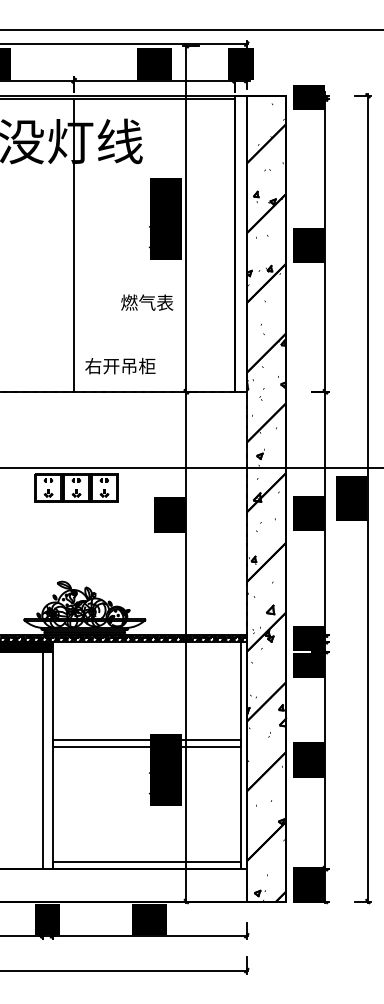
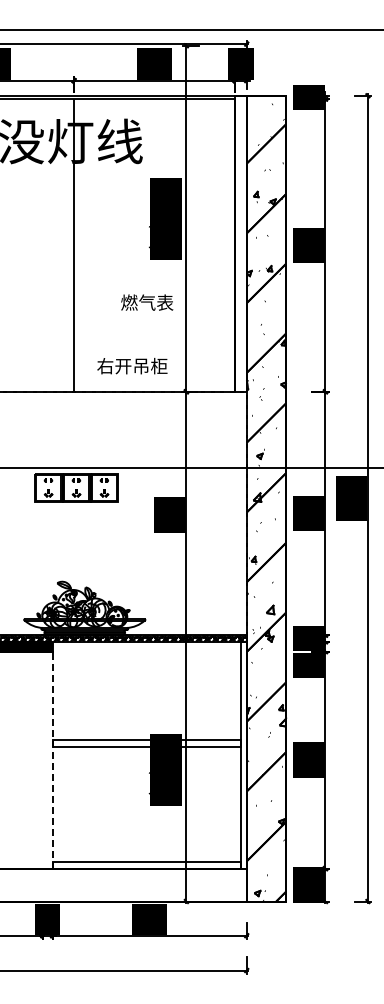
text at (120, 366) position: (120, 366) -> (132, 366)
line at (42, 759): present -> none
line at (52, 760): solid -> dashed
